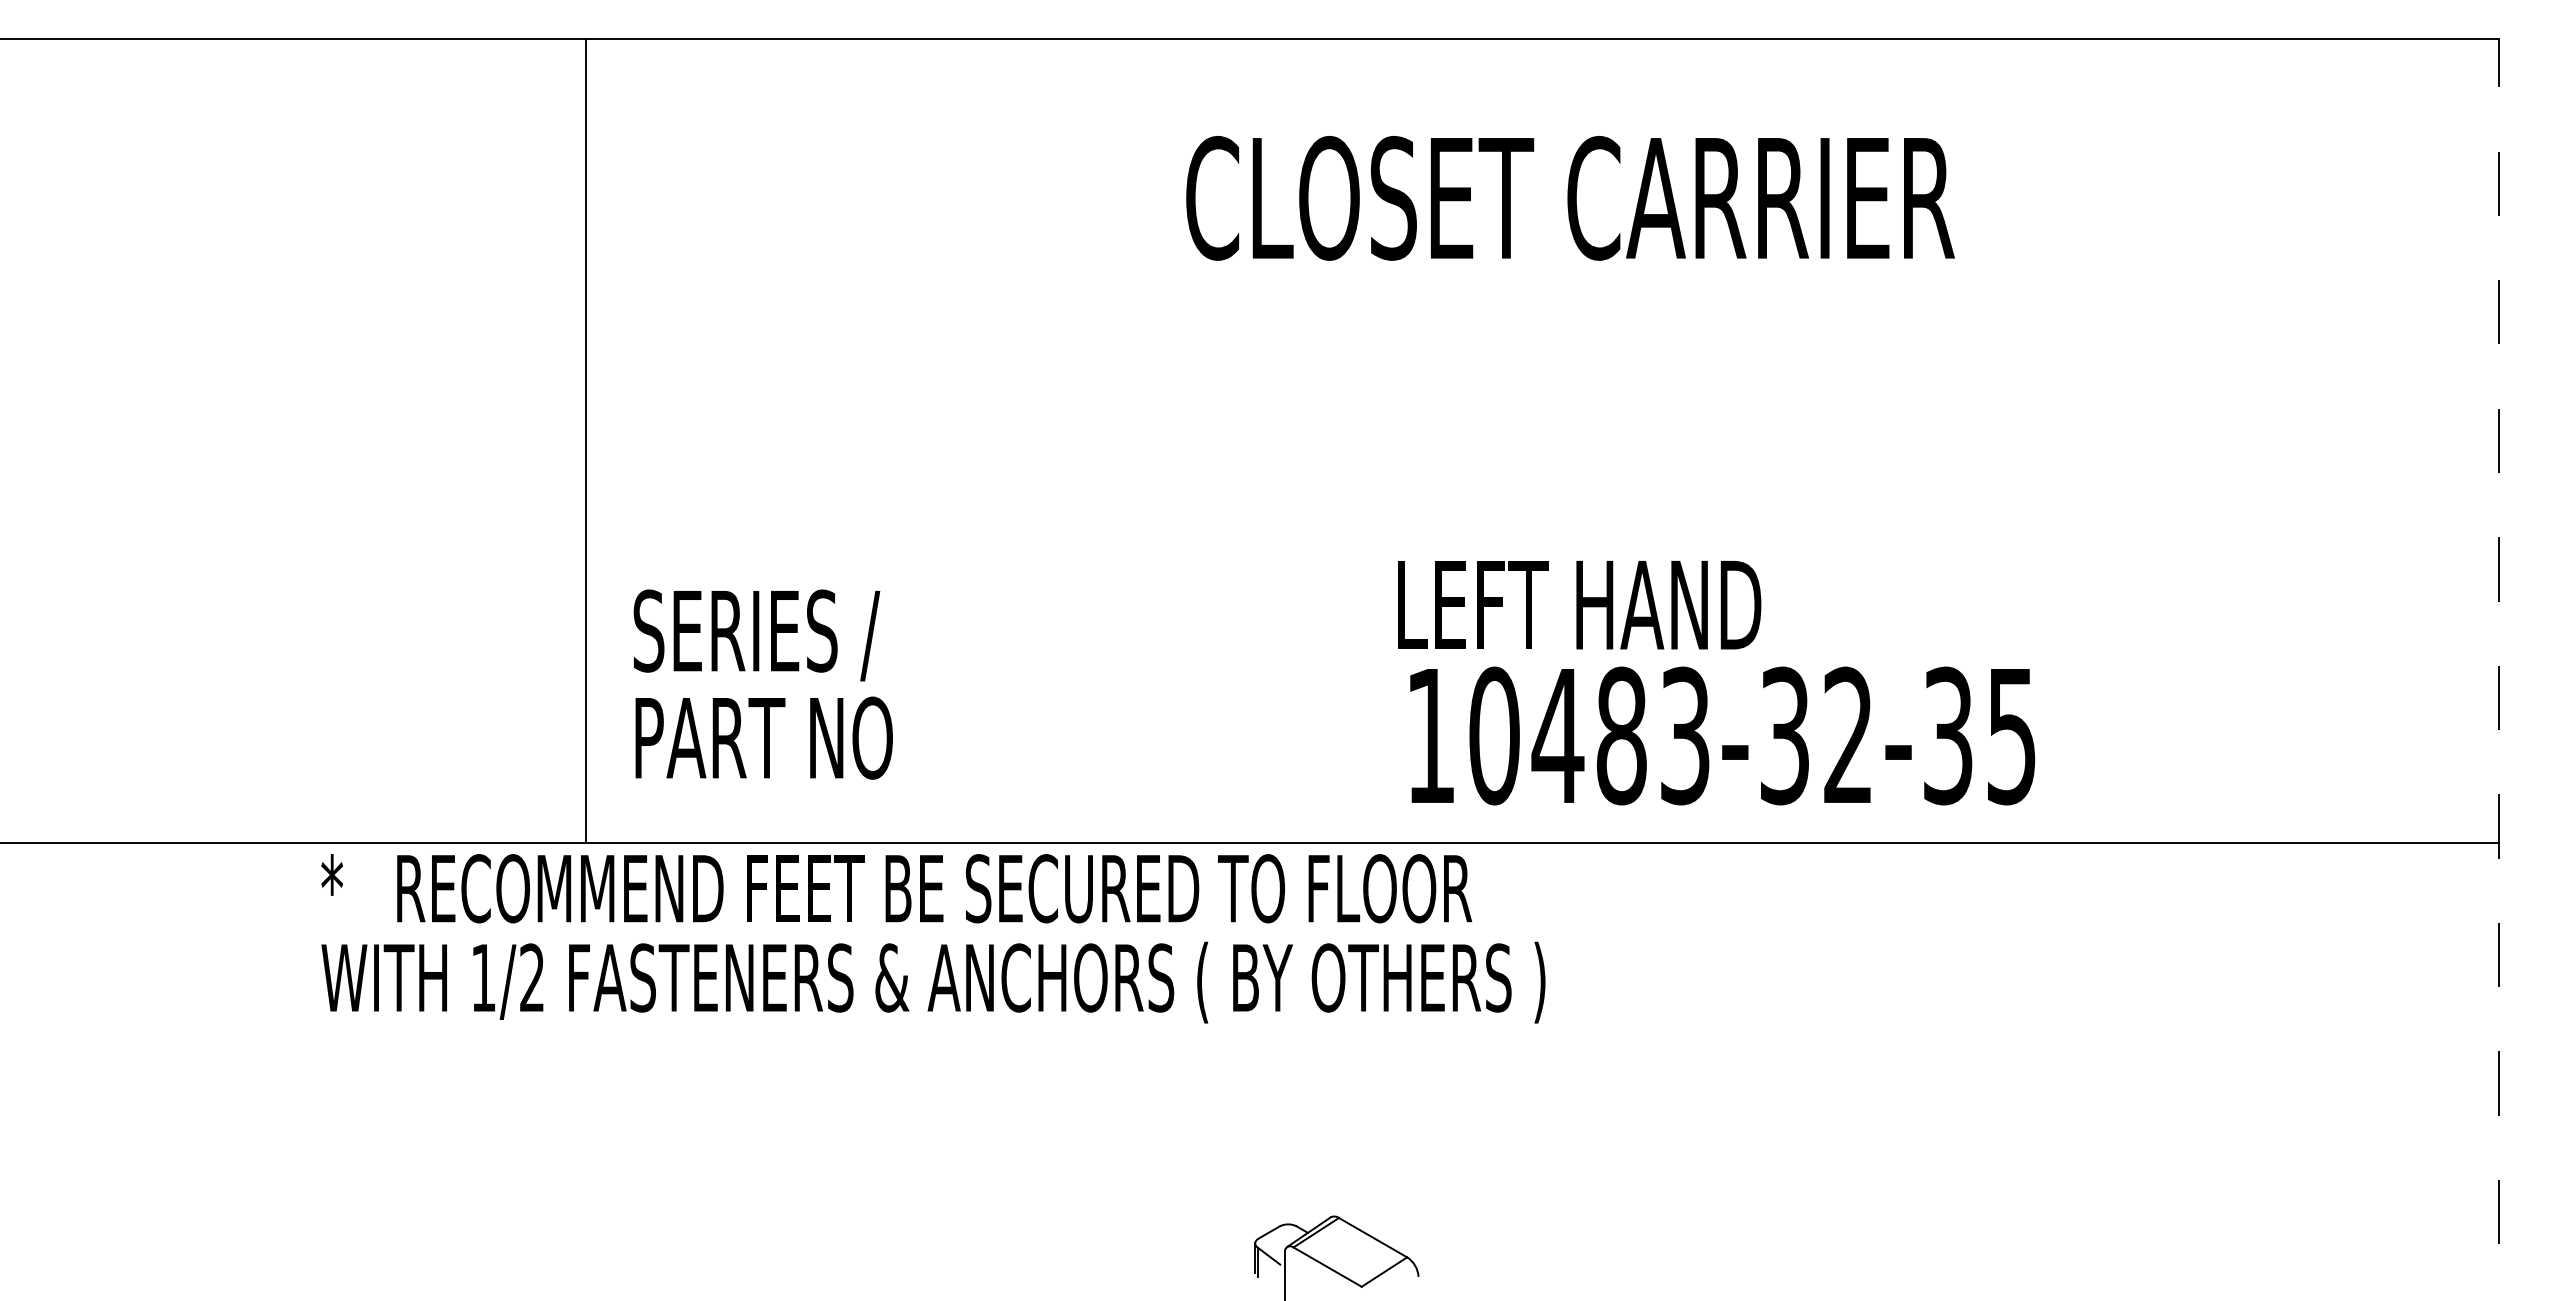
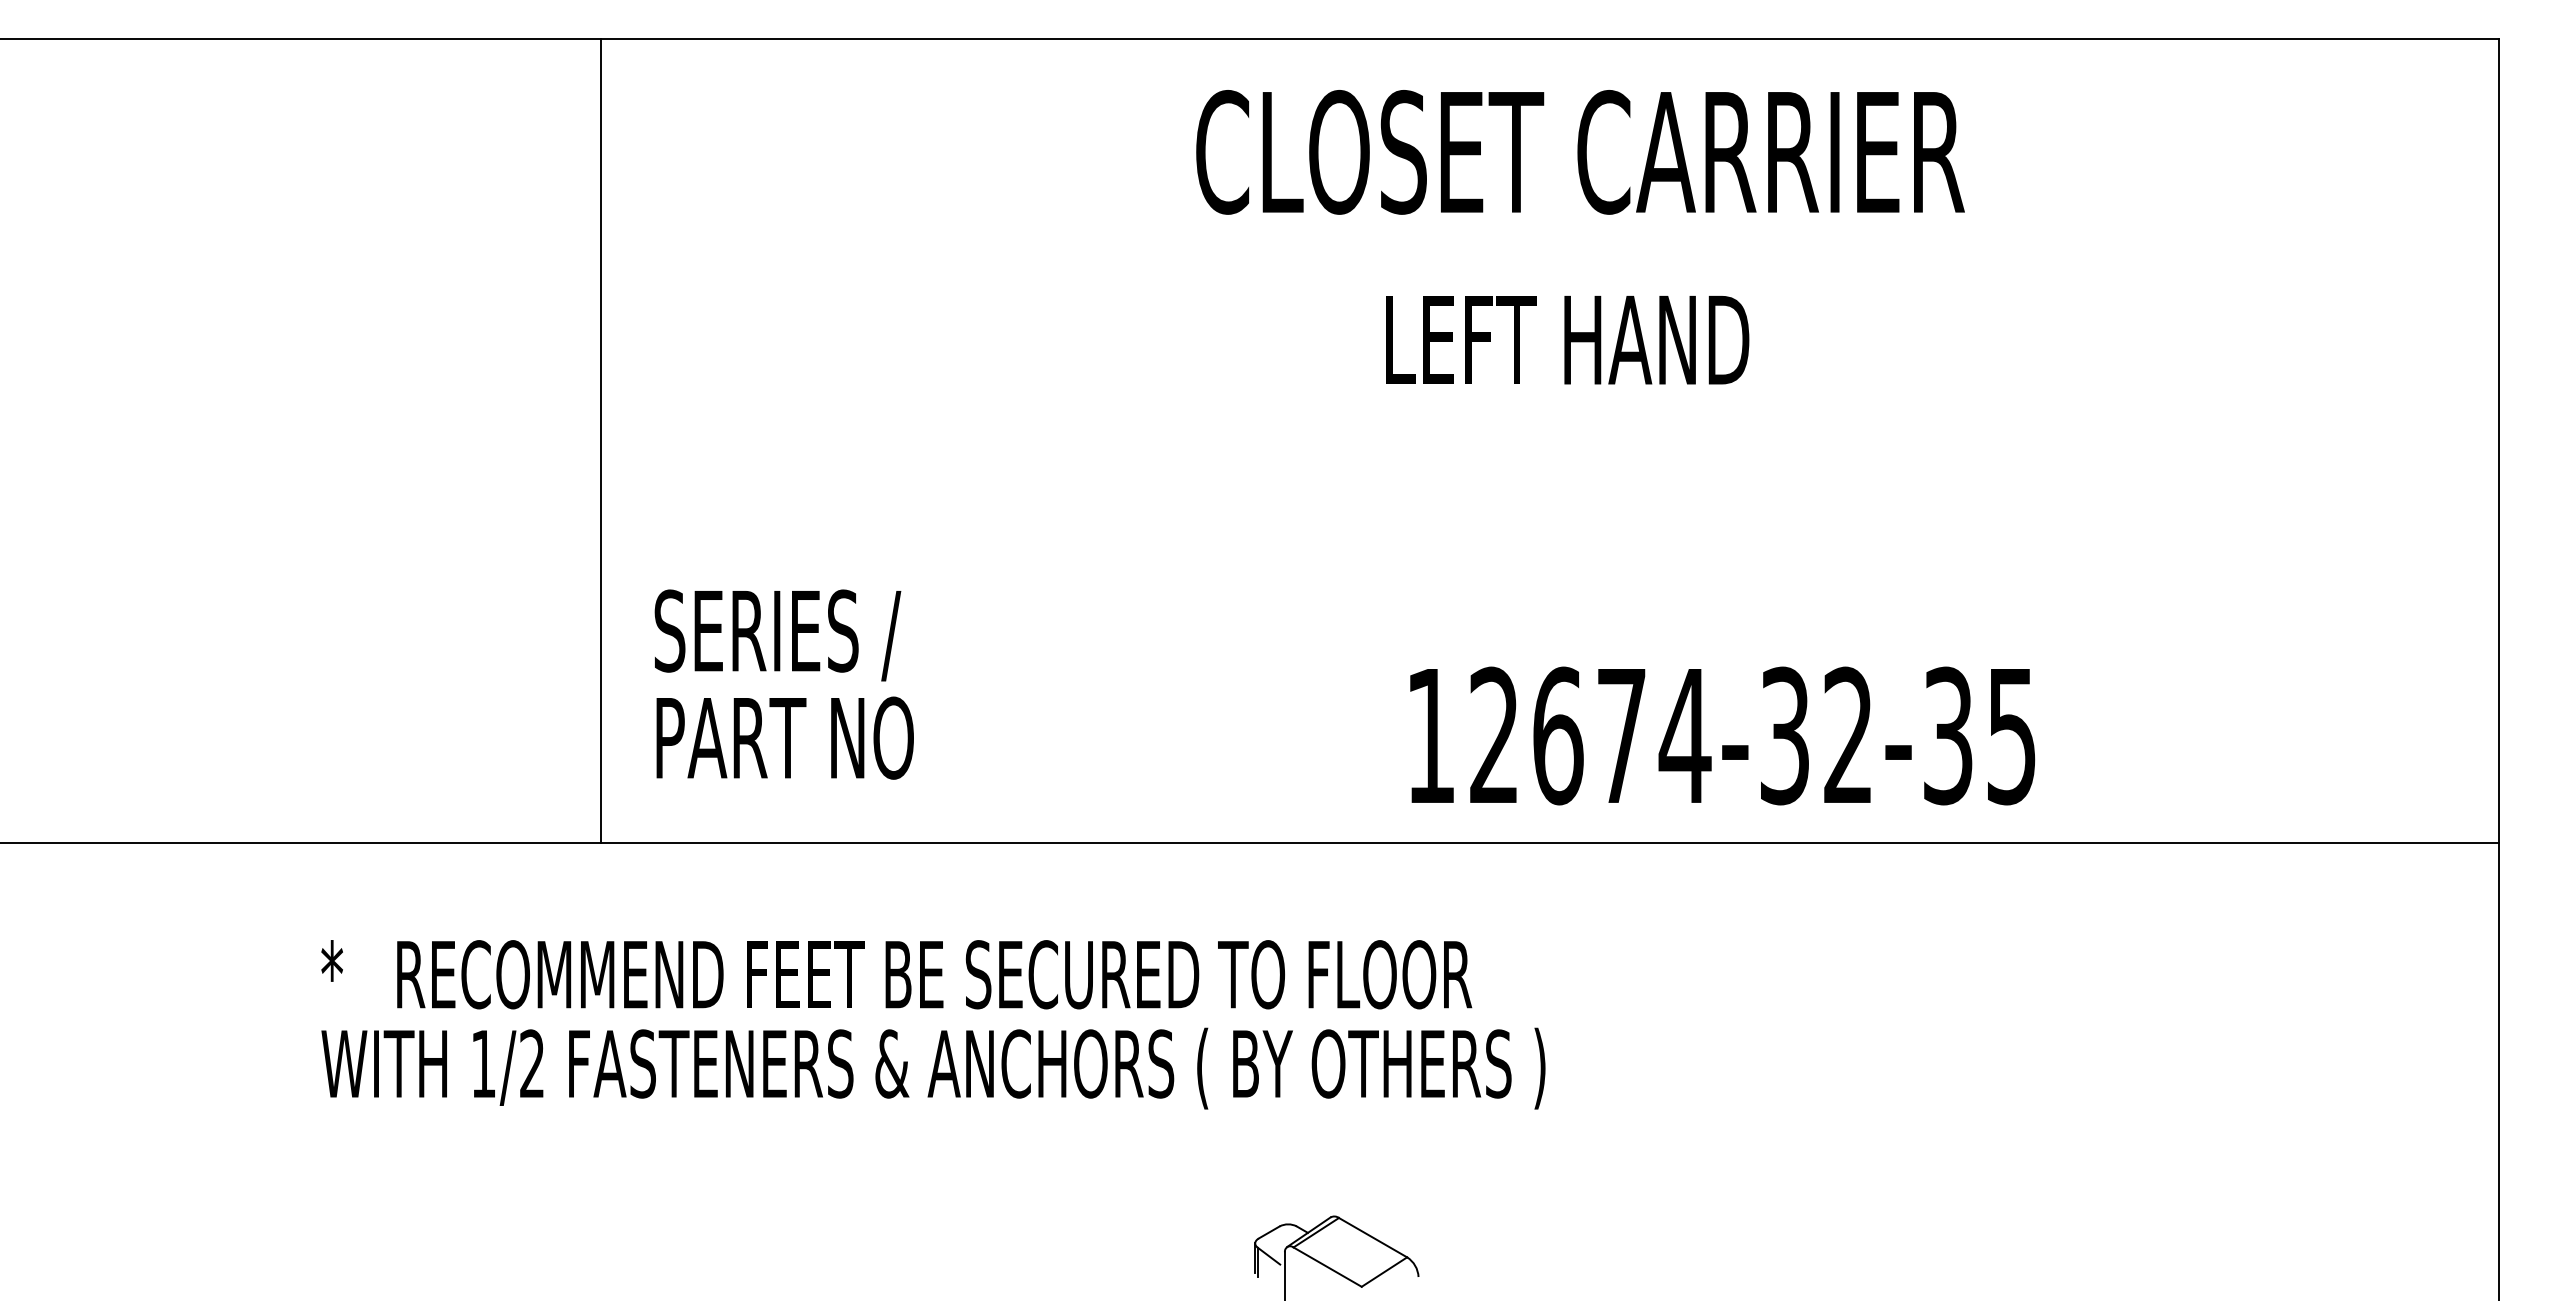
text at (1570, 198) position: (1570, 198) -> (1580, 152)
line at (585, 440) position: (585, 440) -> (600, 440)
text at (1579, 605) position: (1579, 605) -> (1567, 340)
line at (2498, 669): dashed -> solid
text at (762, 684) position: (762, 684) -> (783, 684)
text at (1590, 735): 10483-32-35 -> 12674-32-35
text at (933, 938) position: (933, 938) -> (933, 1024)
